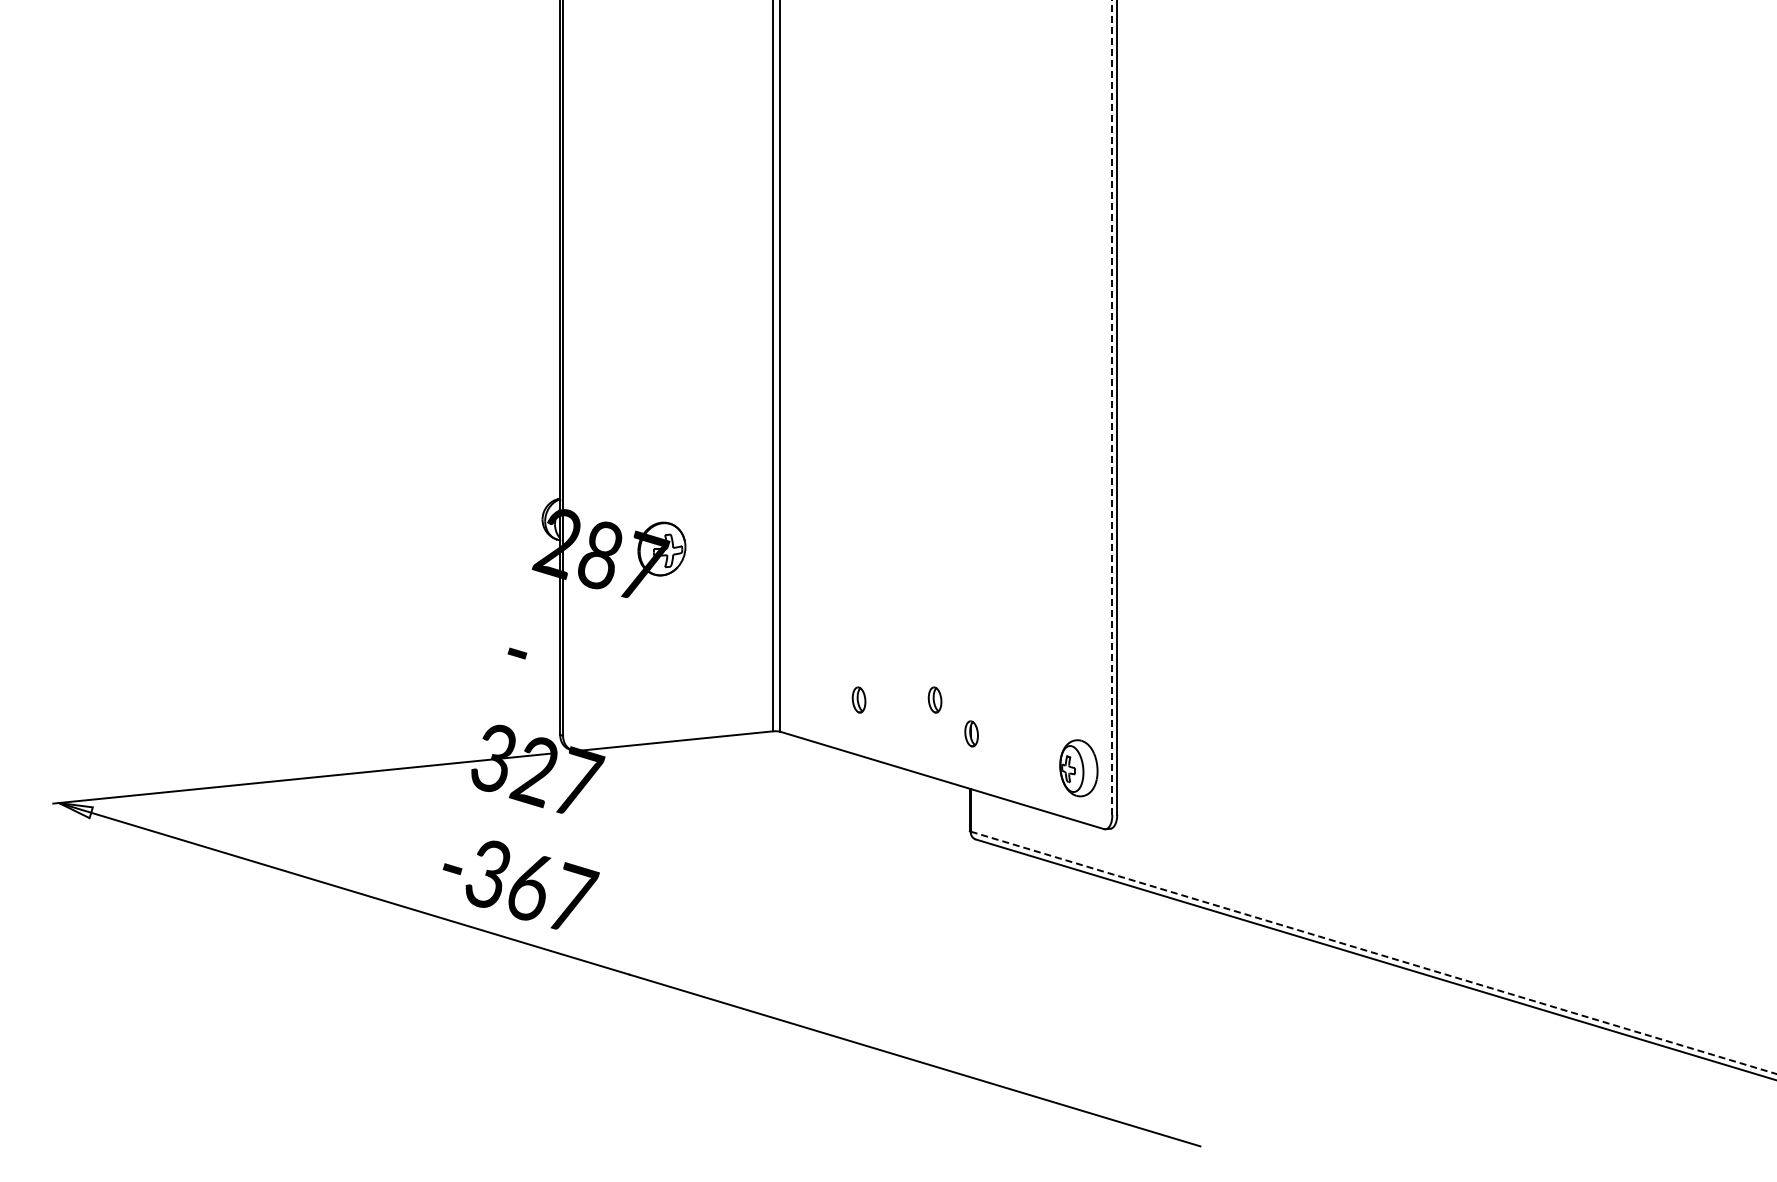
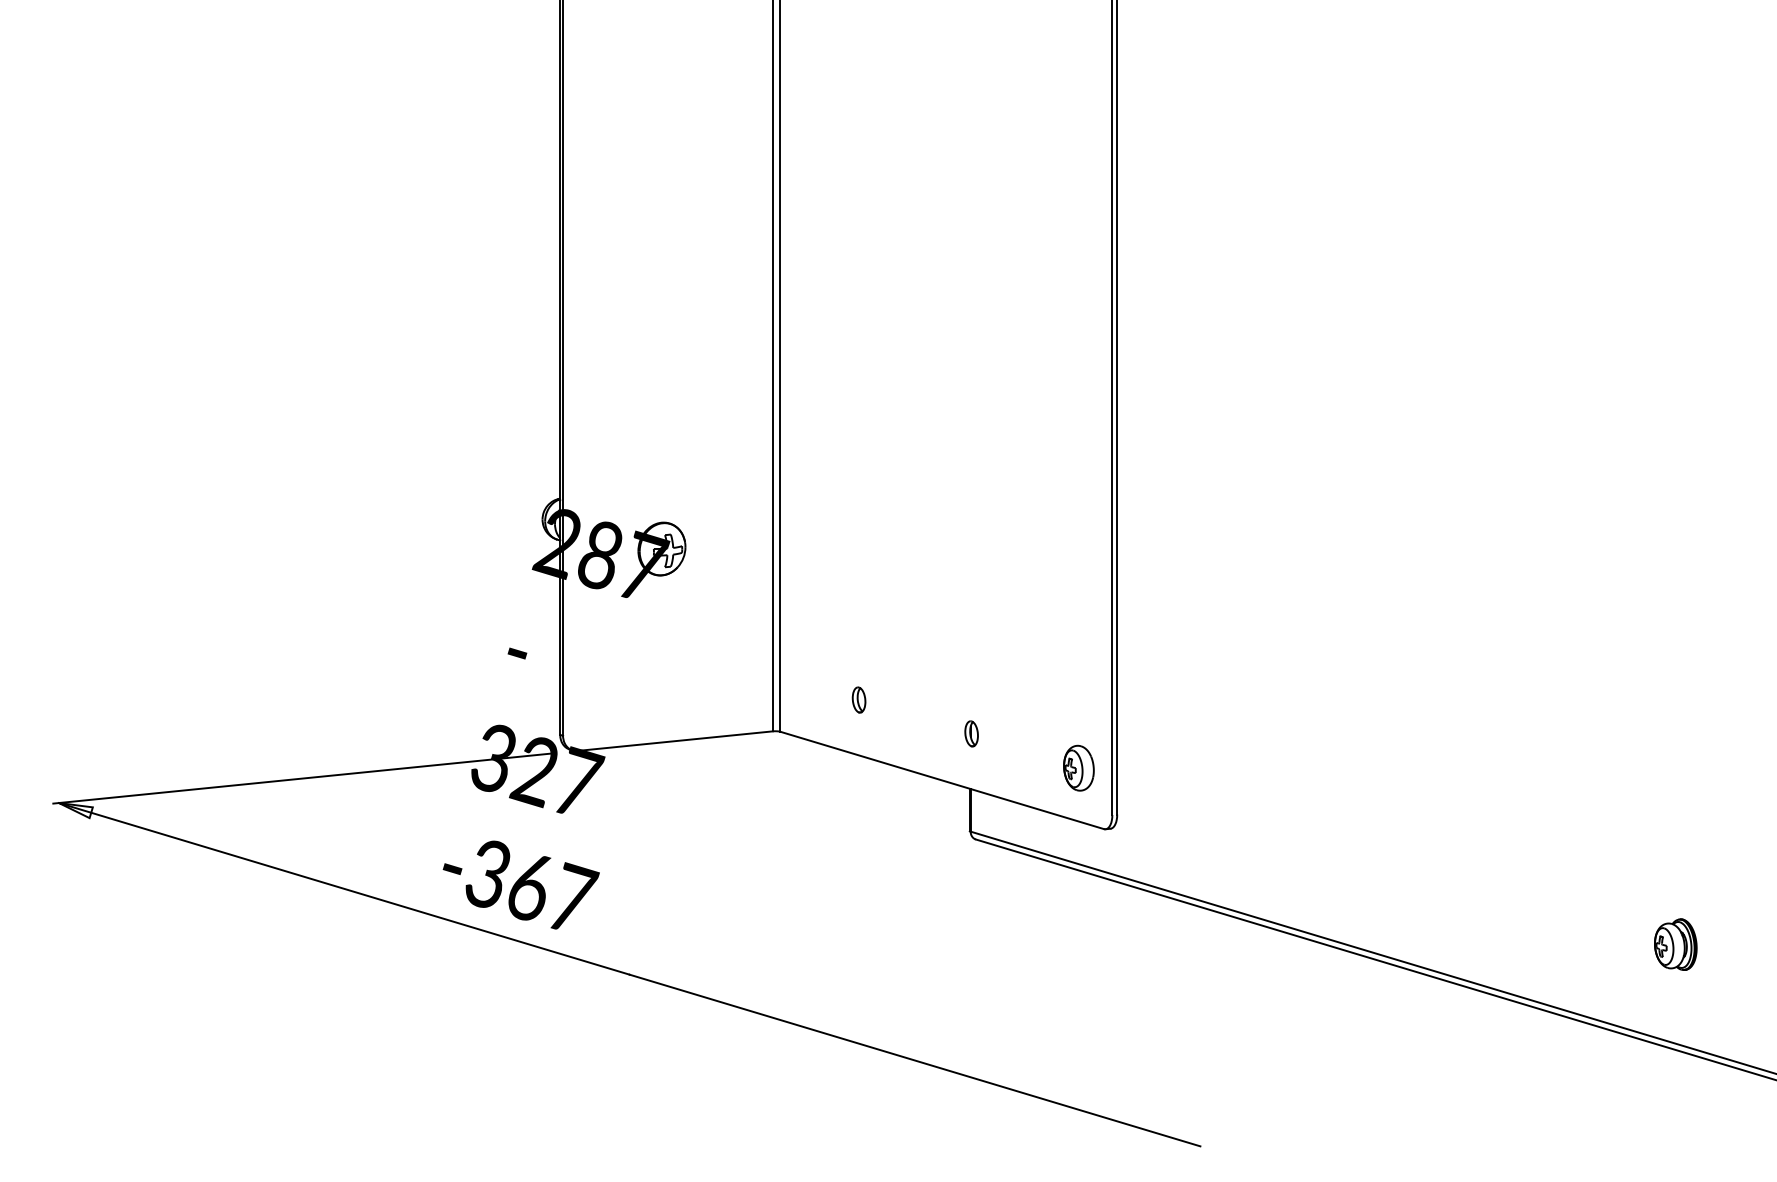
line at (1112, 407): dashed -> solid
part at (934, 699): present -> none
part at (1078, 768) size: 40x59 px -> 32x48 px
part at (1675, 944): none -> present
line at (1373, 952): dashed -> solid
